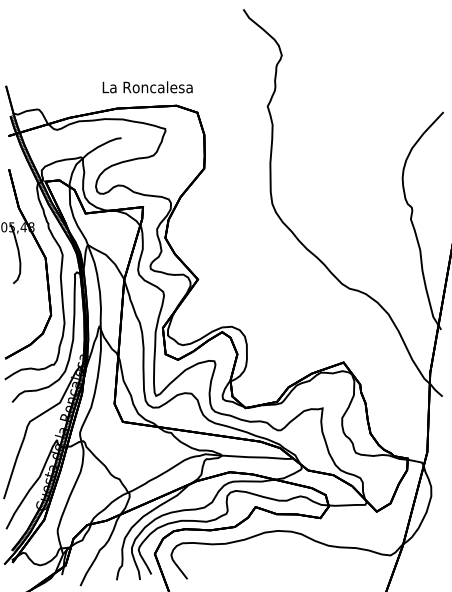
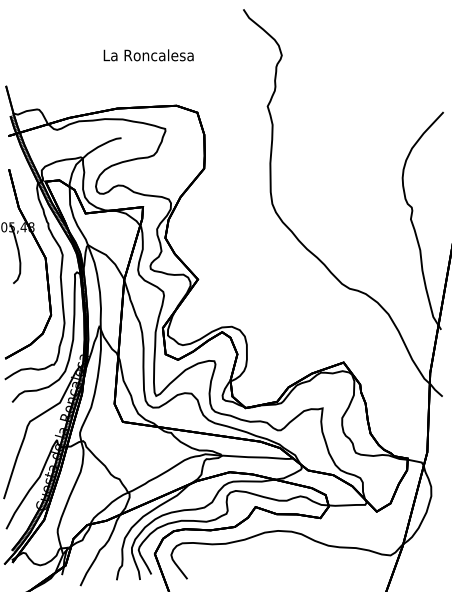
text at (147, 87) position: (147, 87) -> (148, 55)
